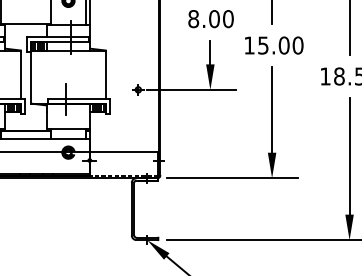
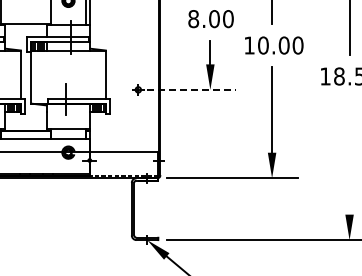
text at (263, 45): 15.00 -> 10.00
line at (192, 89): solid -> dashed
line at (349, 156): present -> none
